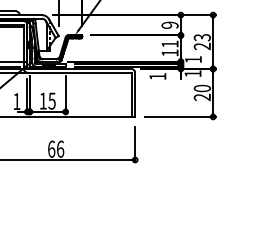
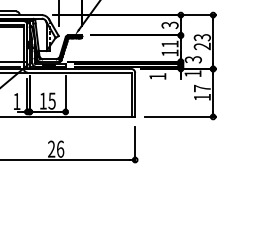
text at (169, 25): 9 -> 3
text at (192, 59): 1 -> 3
text at (201, 92): 20 -> 17
text at (51, 148): 66 -> 26
